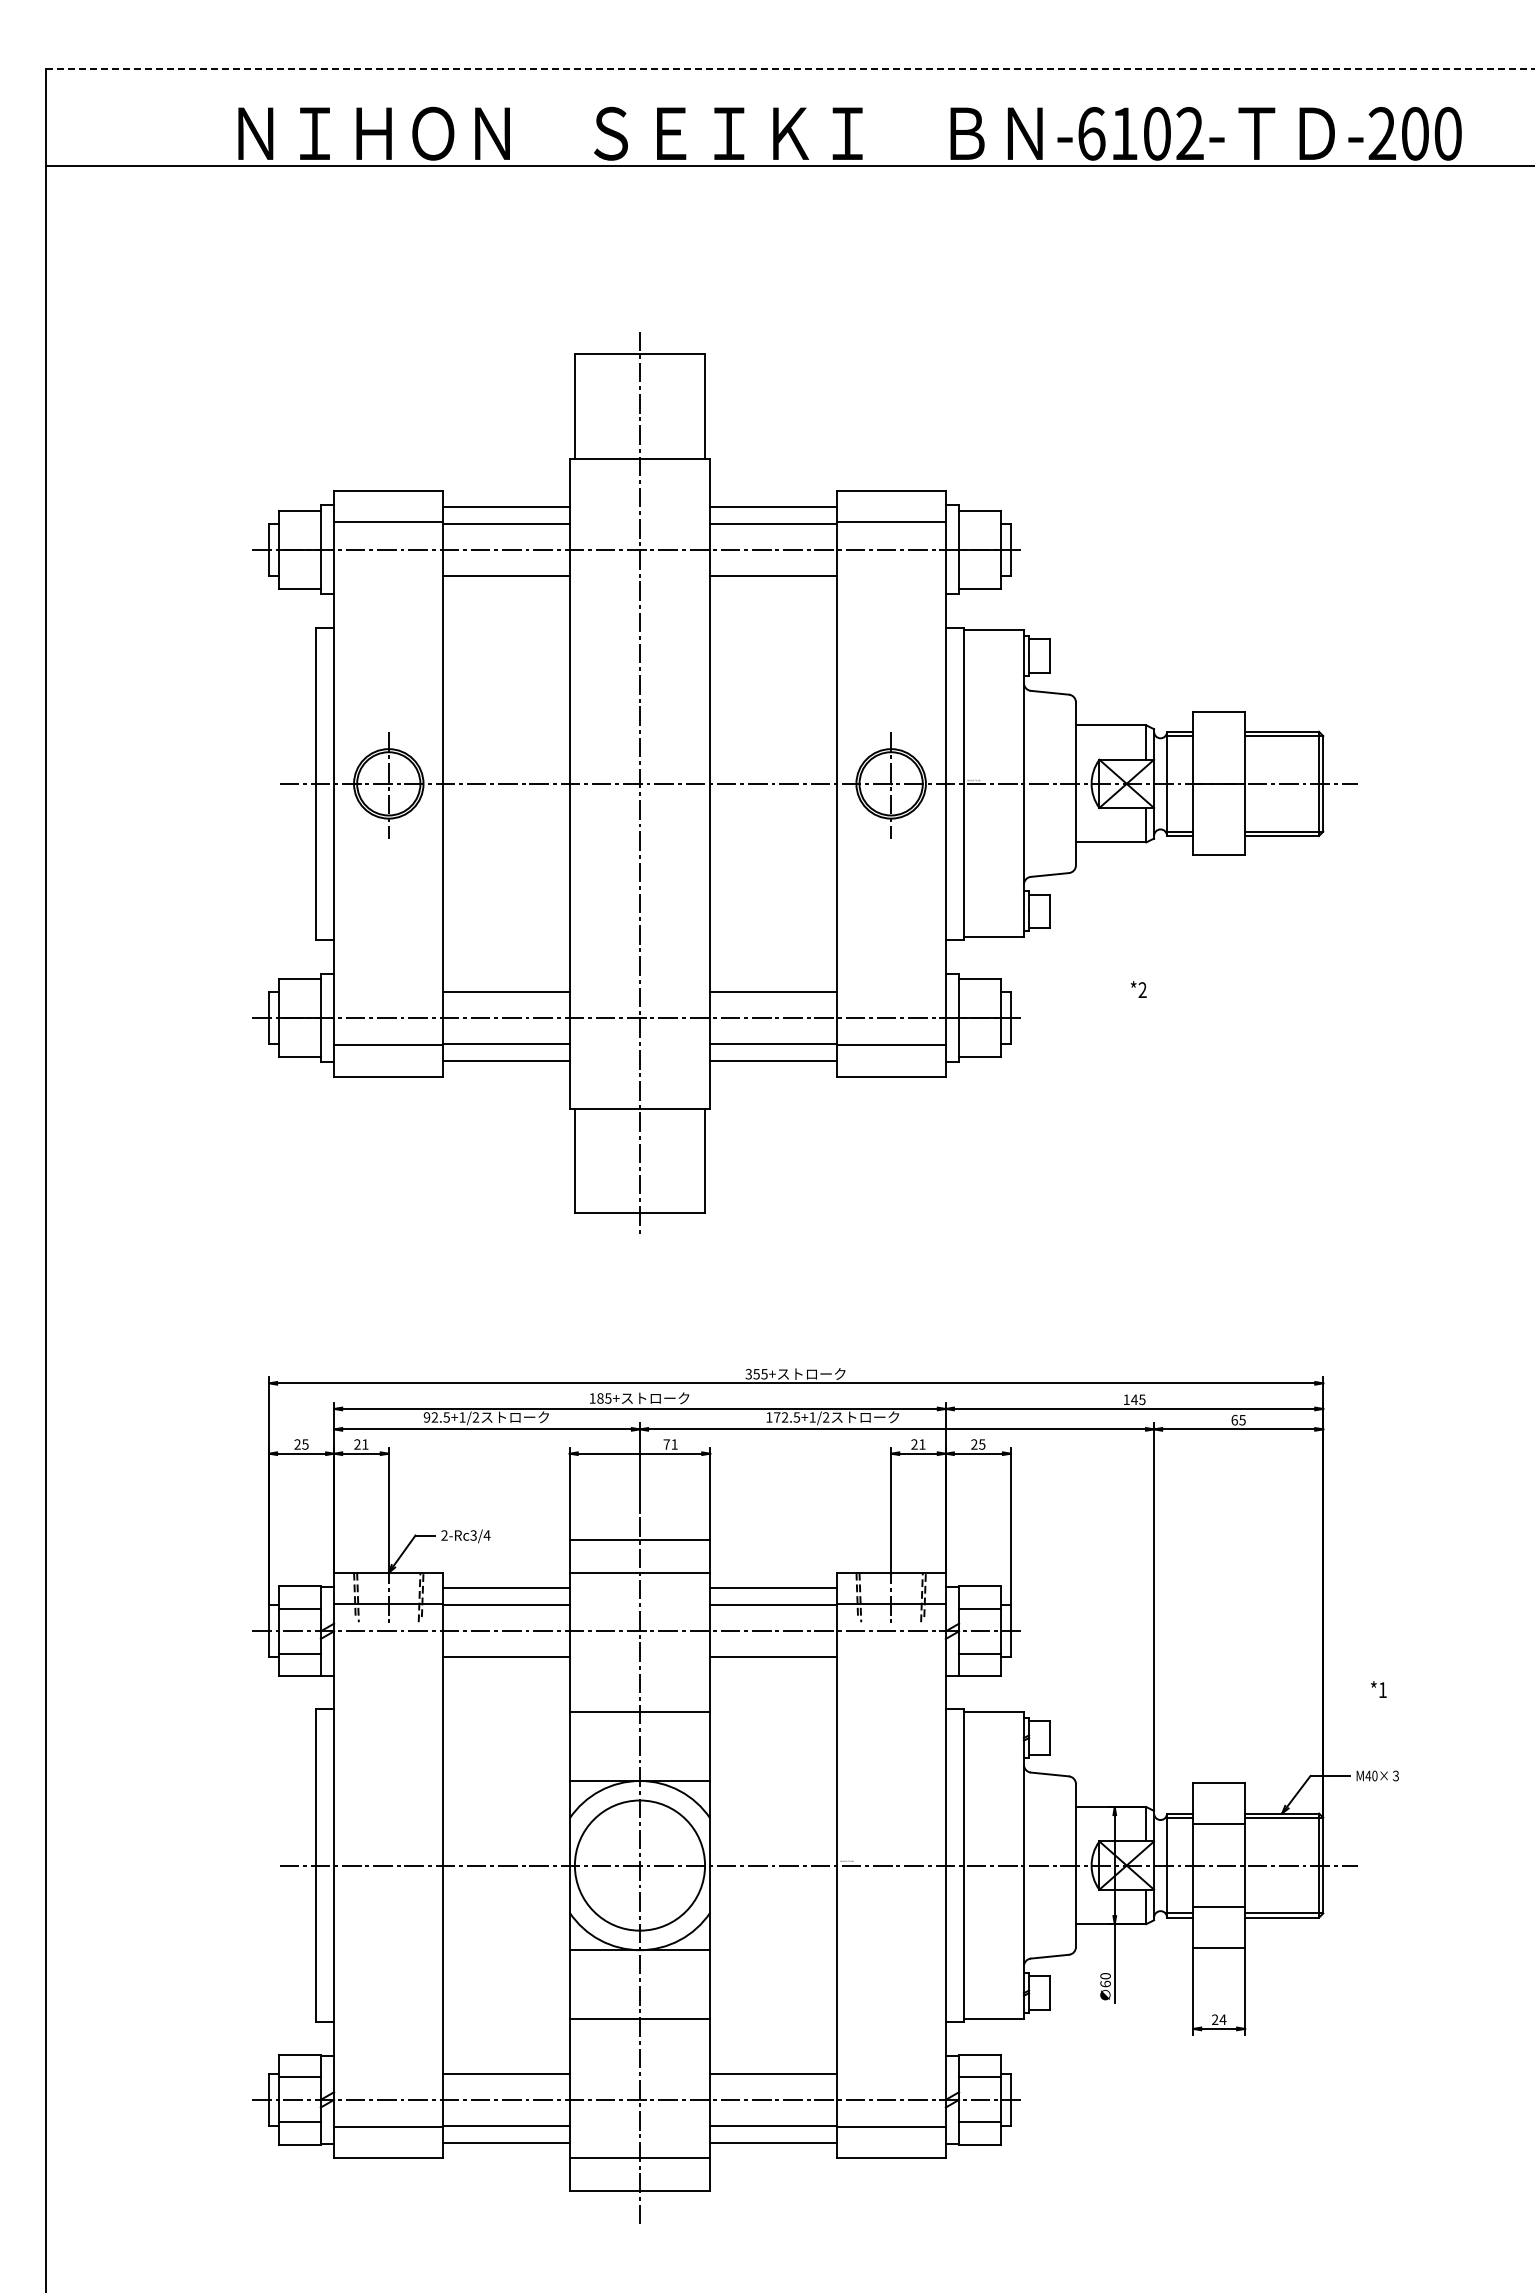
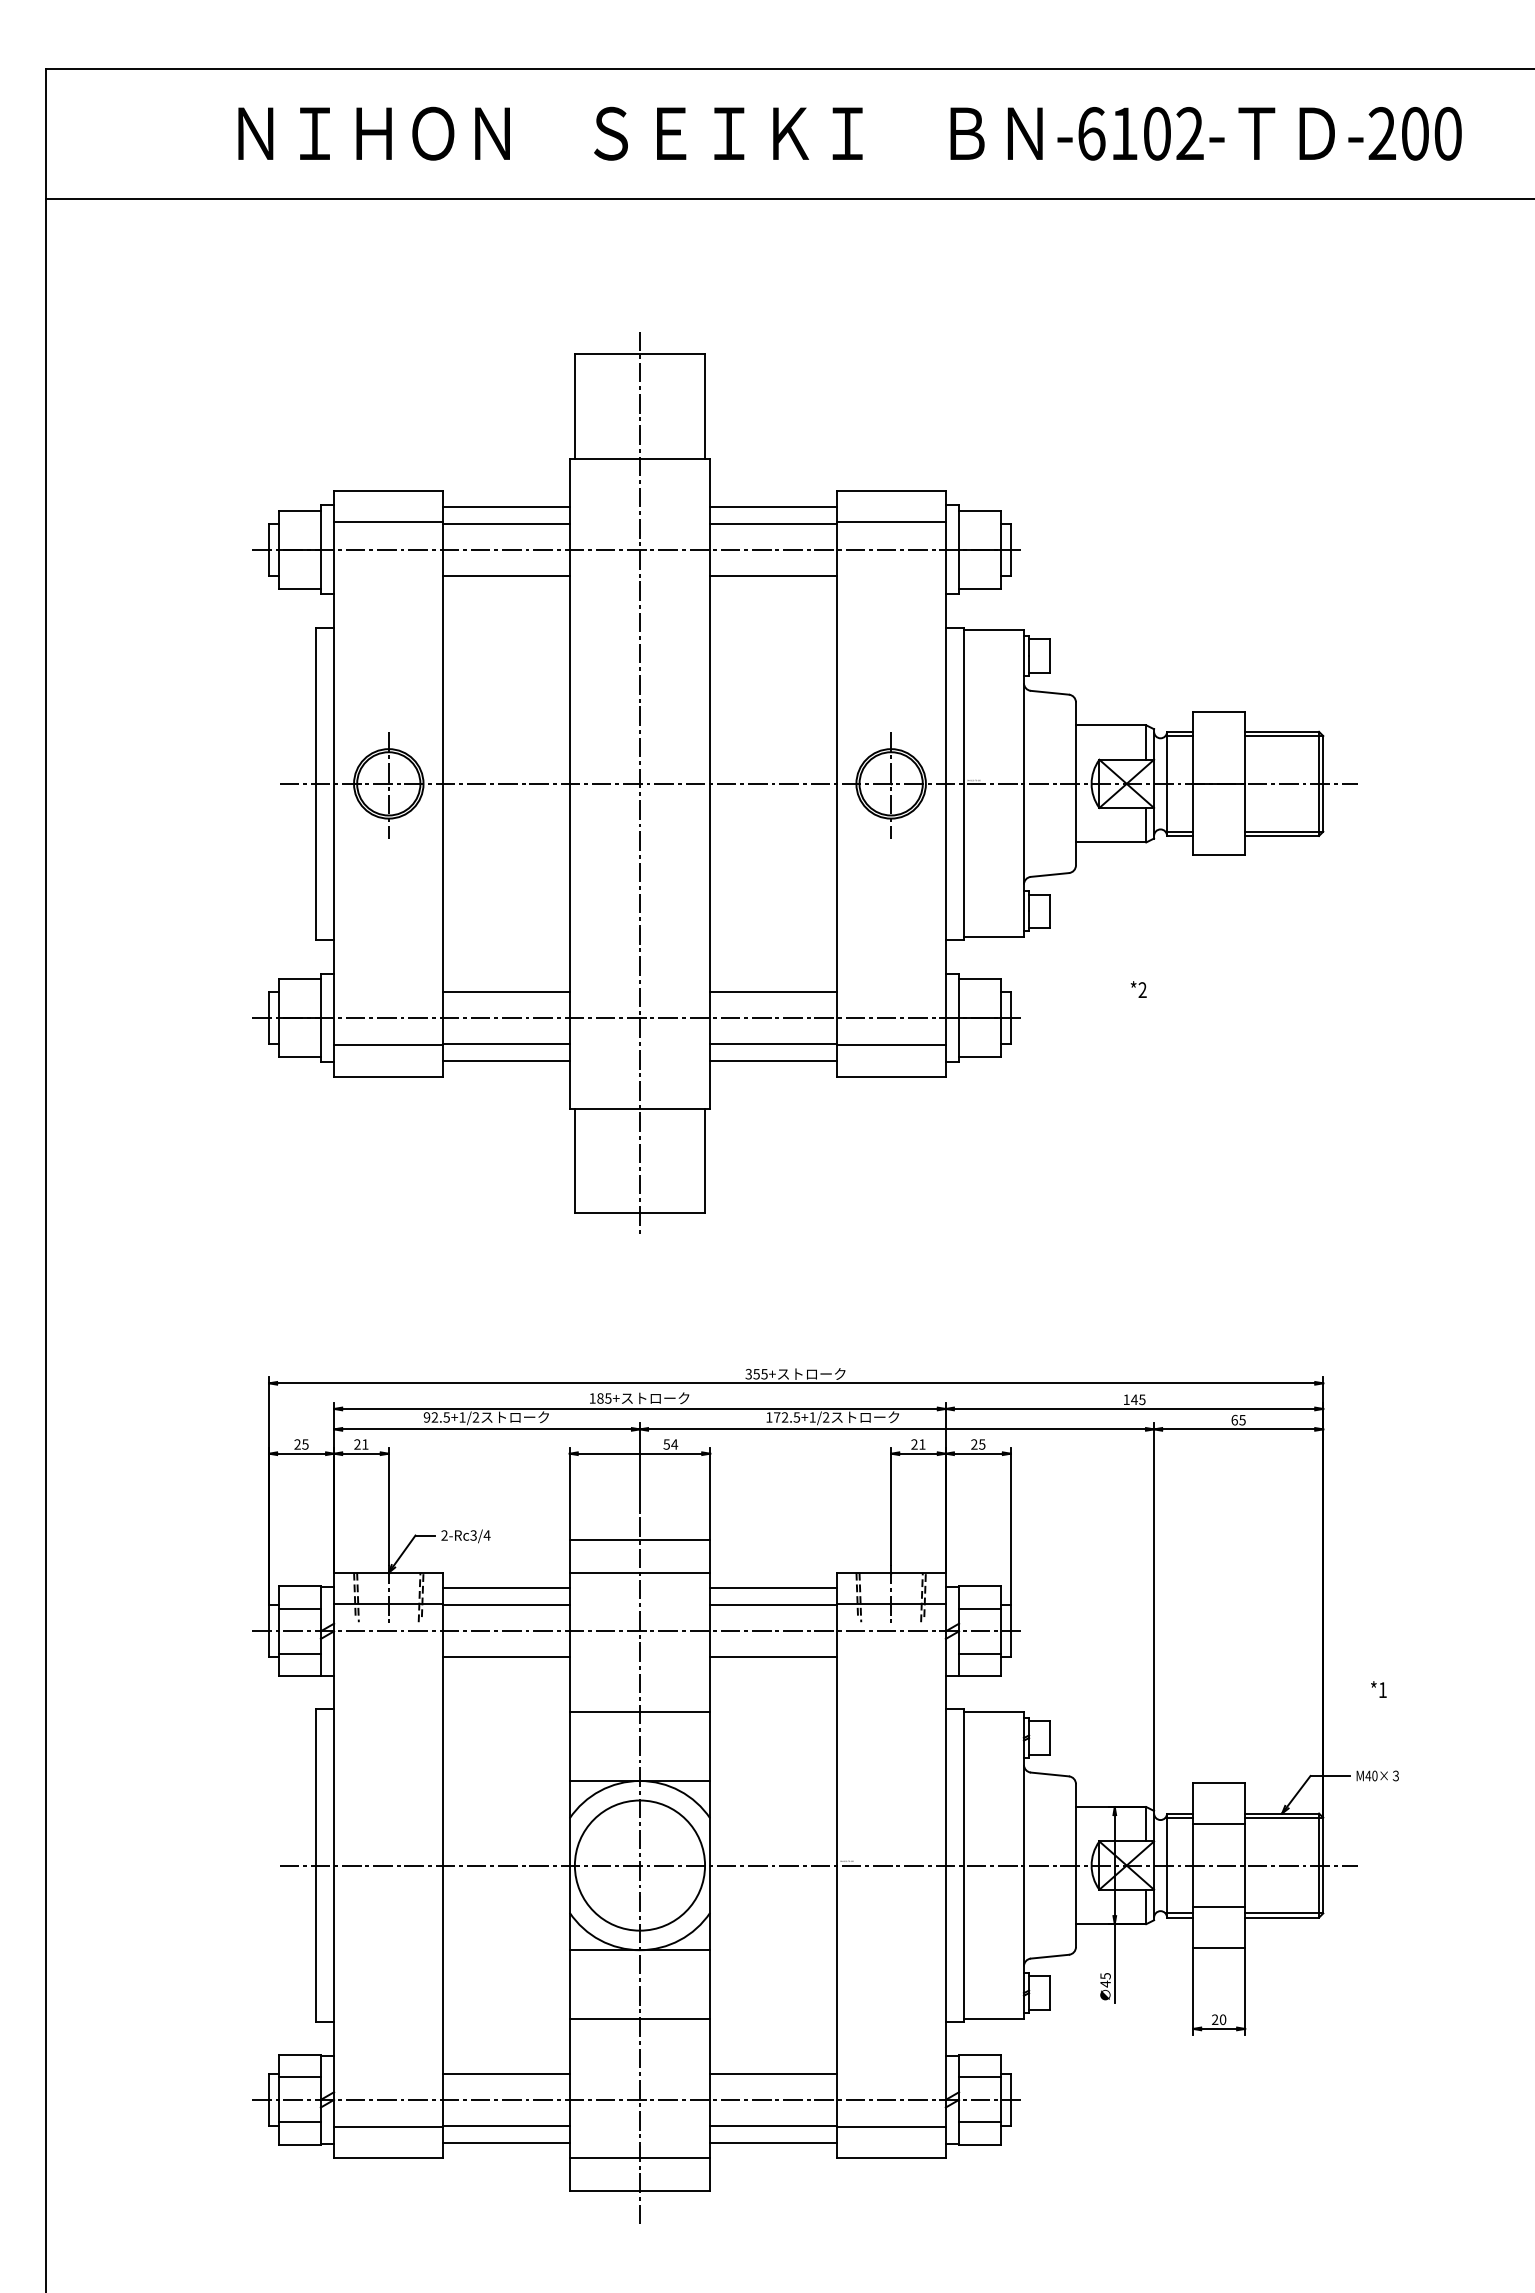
line at (790, 68): dashed -> solid
line at (788, 165) position: (788, 165) -> (788, 198)
text at (670, 1444): 71 -> 54
text at (1105, 1980): 60 -> 45
text at (1222, 2019): 24 -> 20
